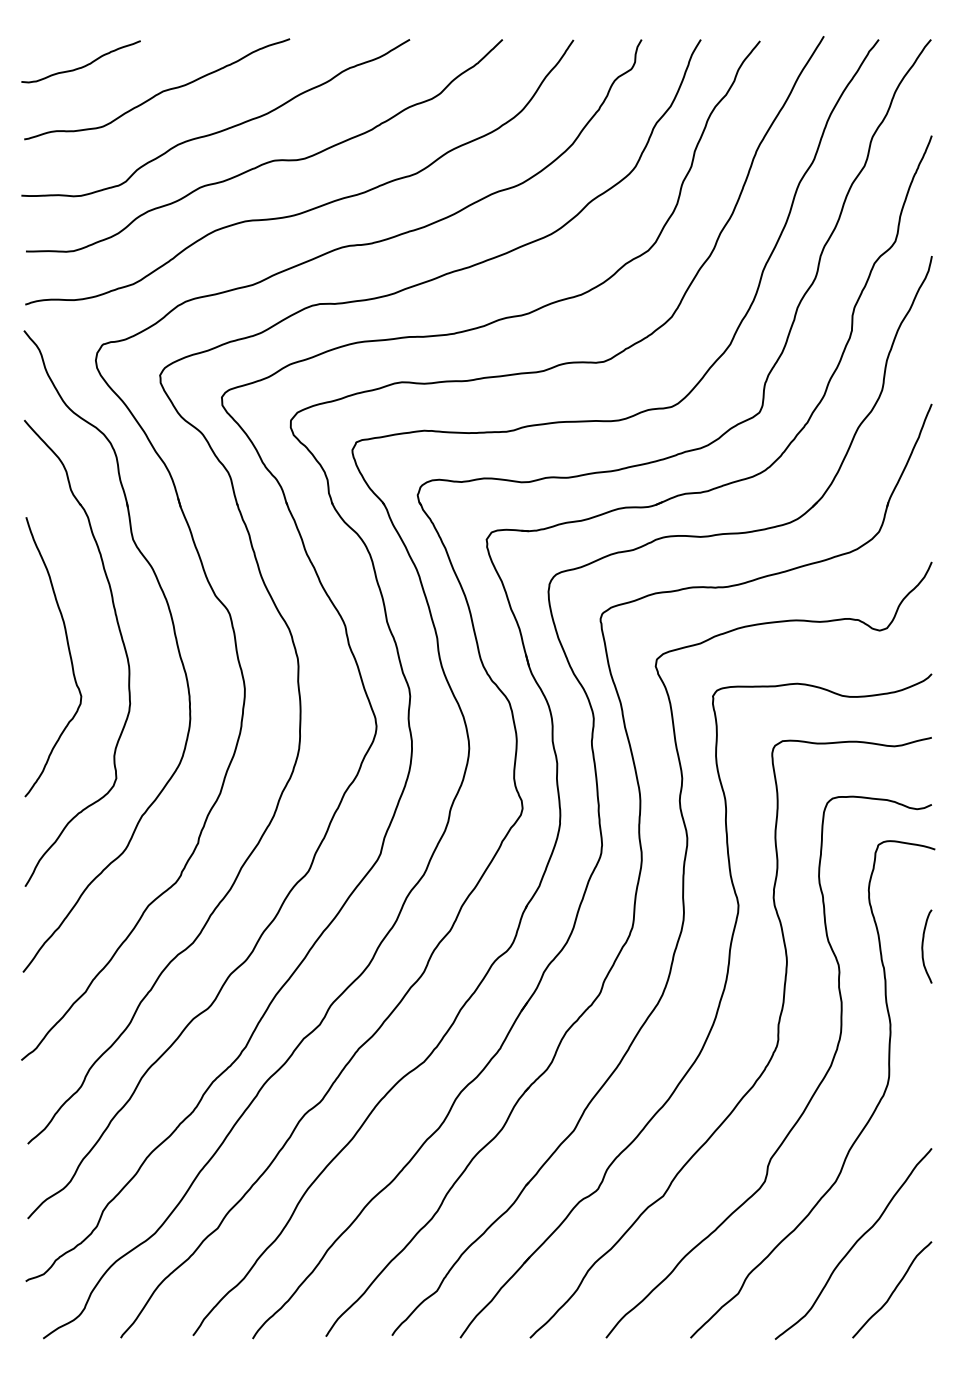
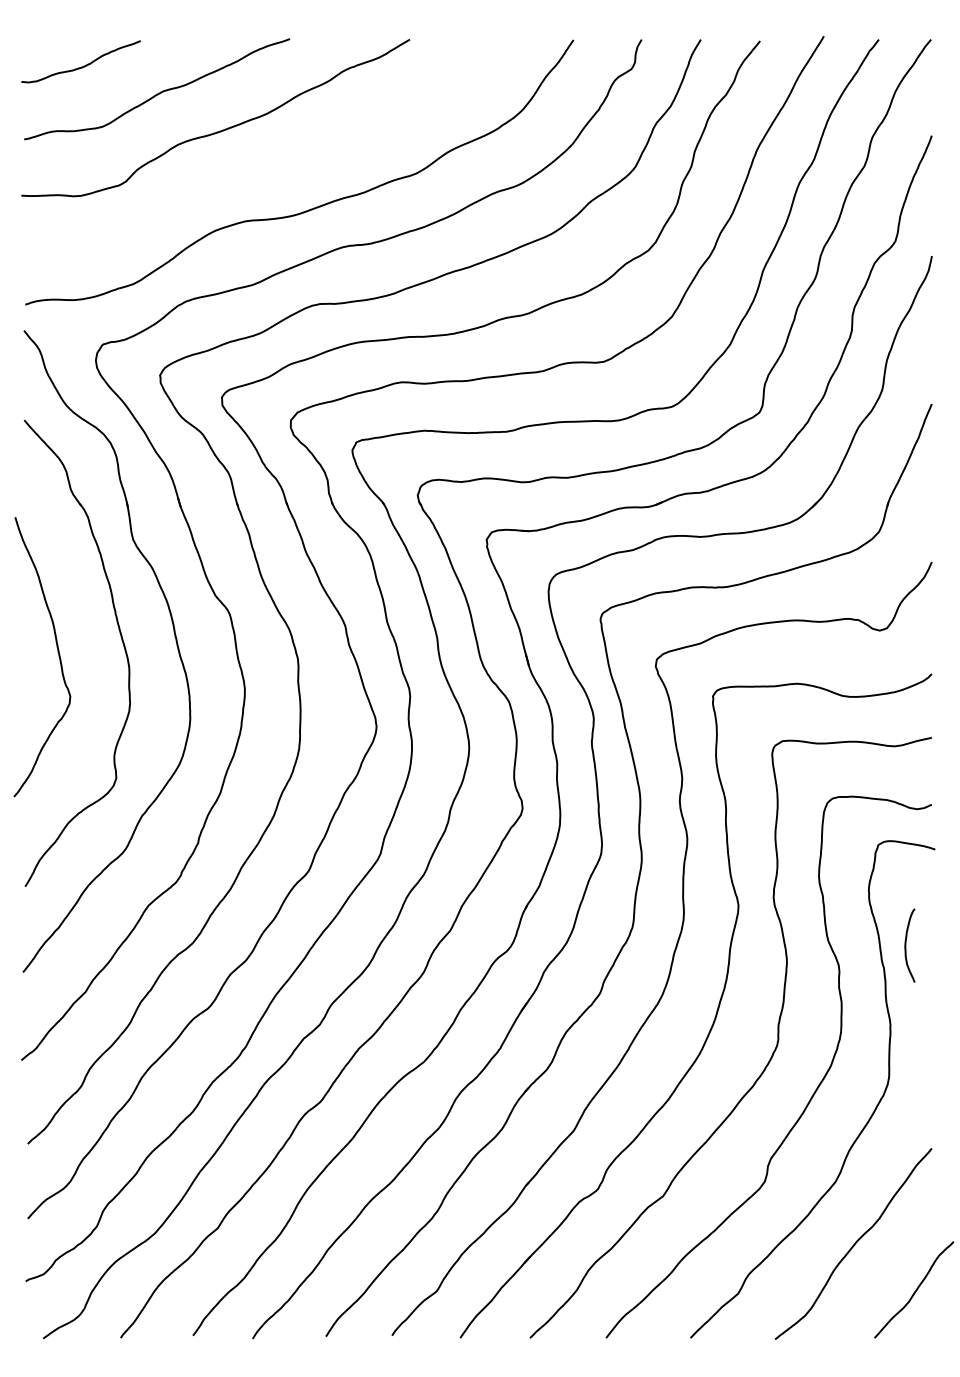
curve at (270, 160): present -> none
curve at (68, 652) position: (68, 652) -> (57, 652)
curve at (923, 946) position: (923, 946) -> (906, 945)
curve at (893, 1289) position: (893, 1289) -> (915, 1289)
